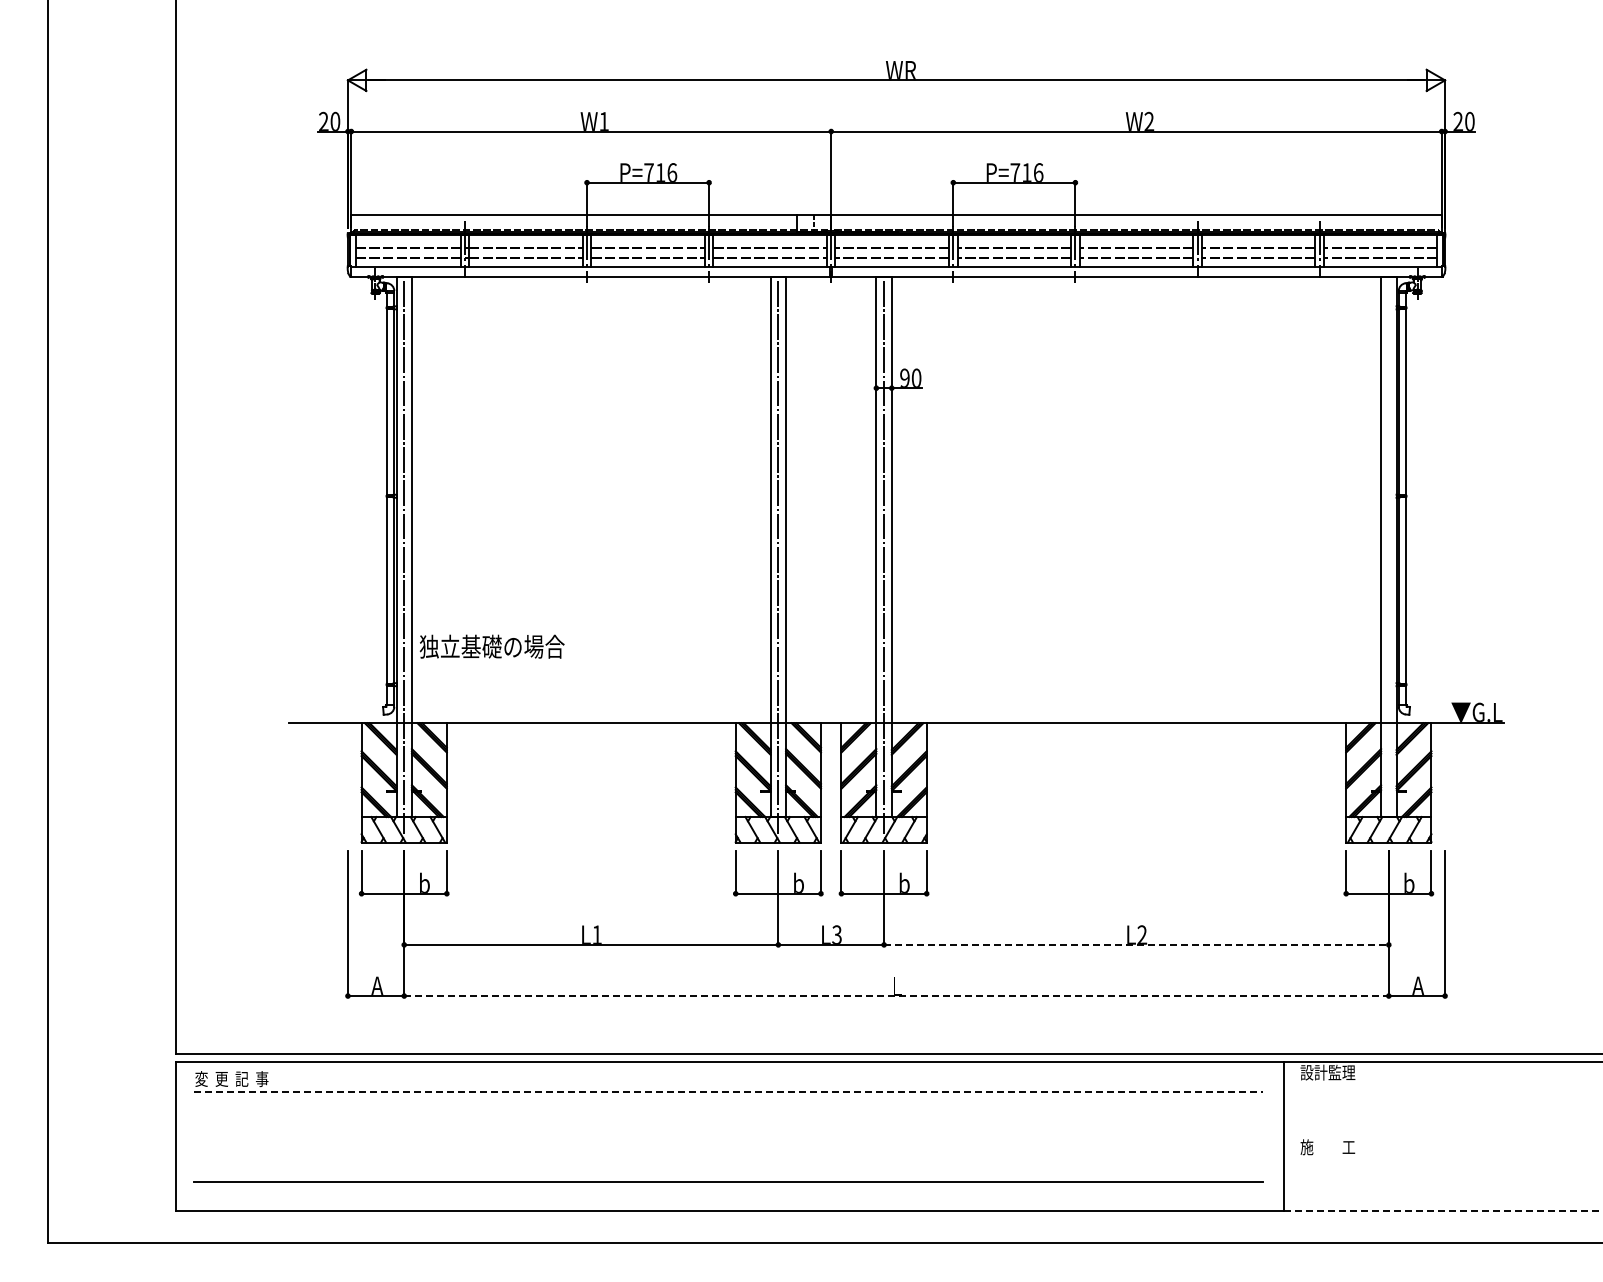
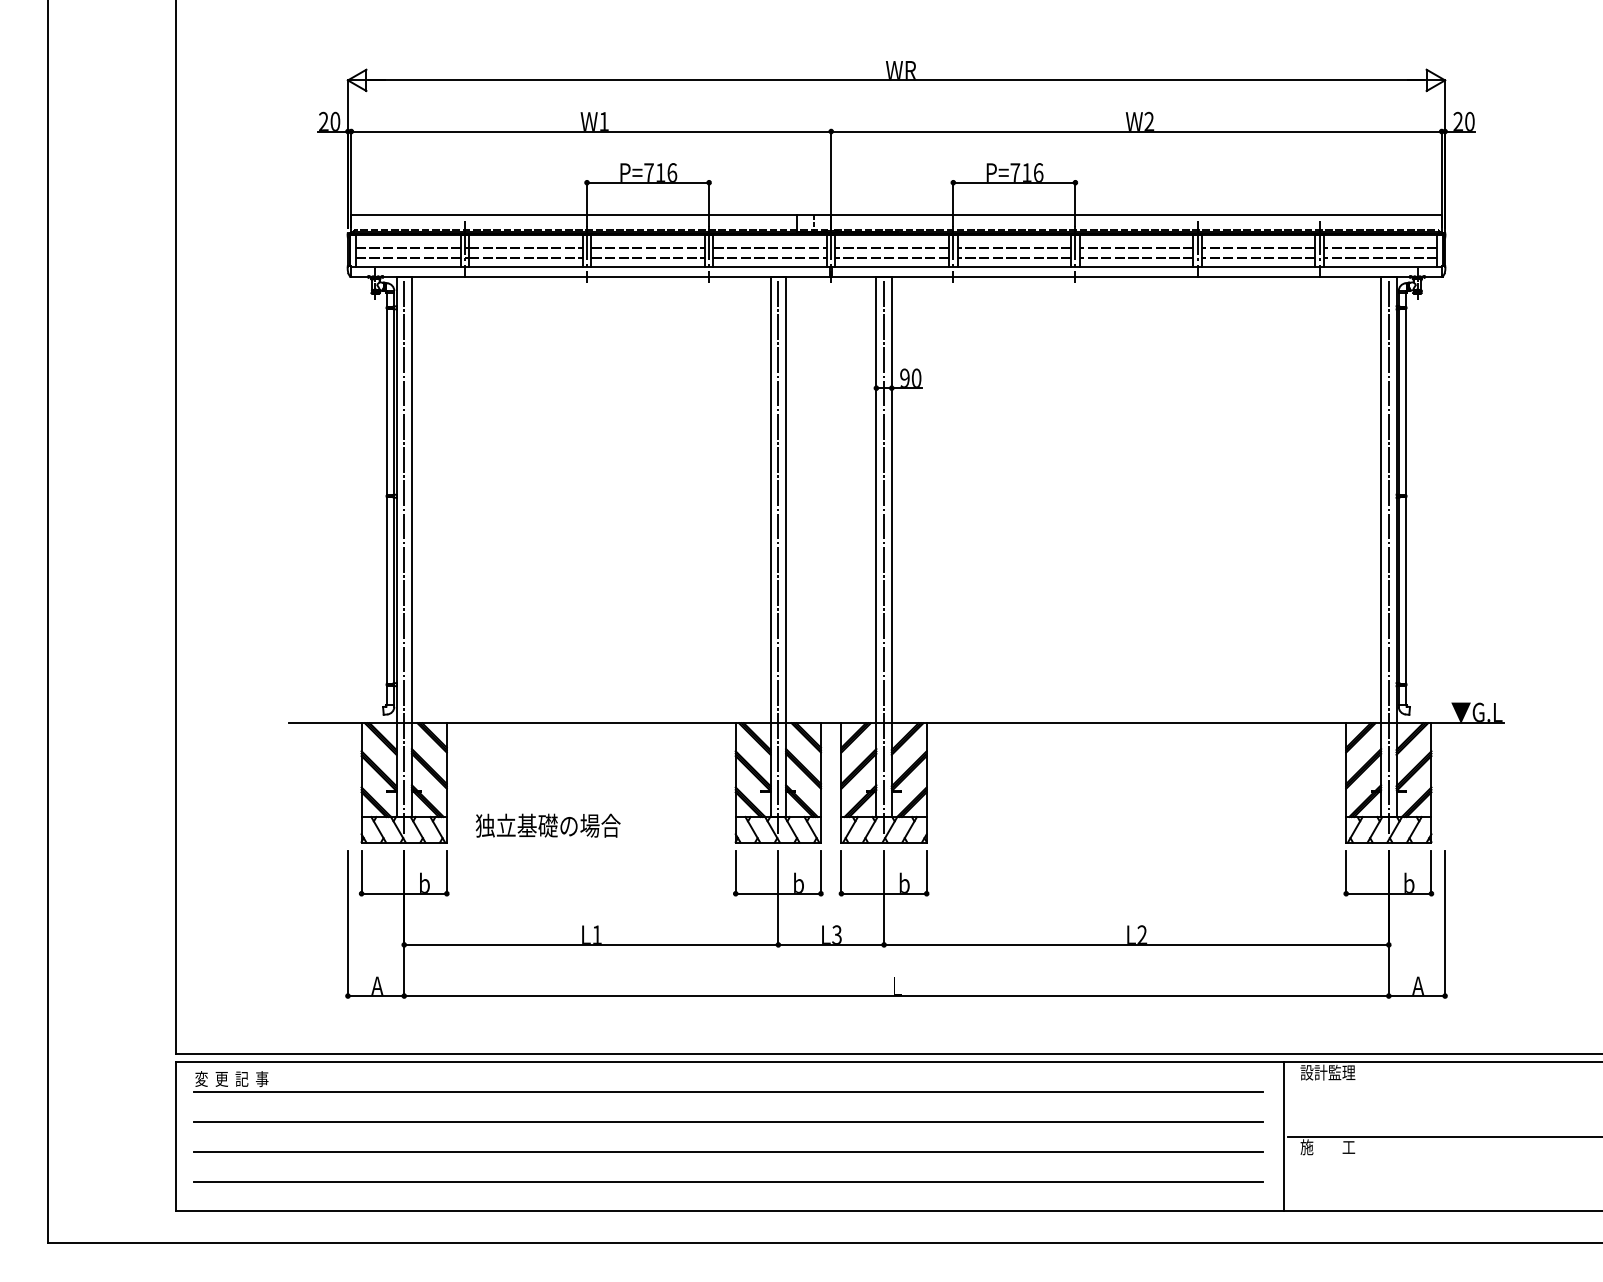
line at (1388, 557): none -> present
text at (491, 646) position: (491, 646) -> (547, 825)
line at (1136, 944): dashed -> solid
line at (897, 996): dashed -> solid
line at (729, 1092): dashed -> solid
line at (728, 1121): none -> present
line at (1443, 1136): none -> present
line at (728, 1151): none -> present
line at (1444, 1211): dashed -> solid
